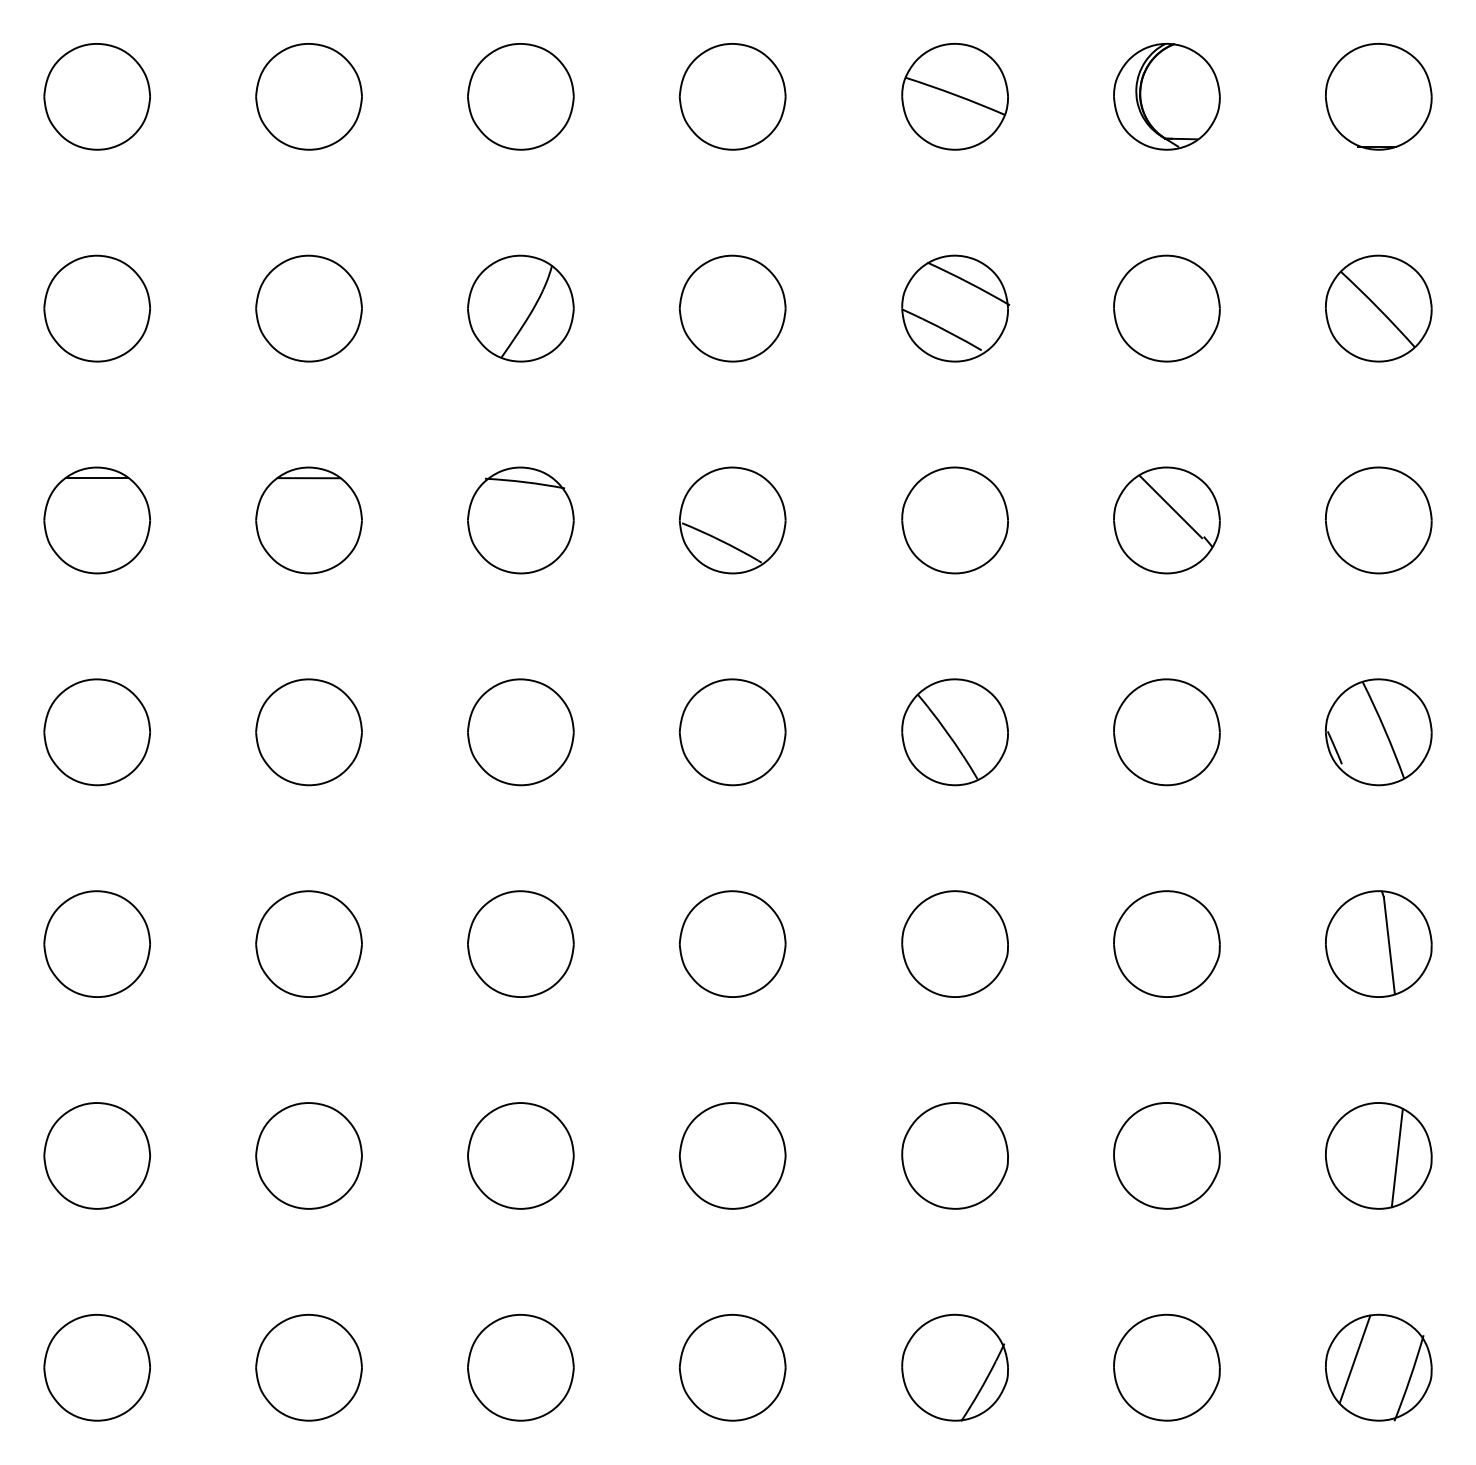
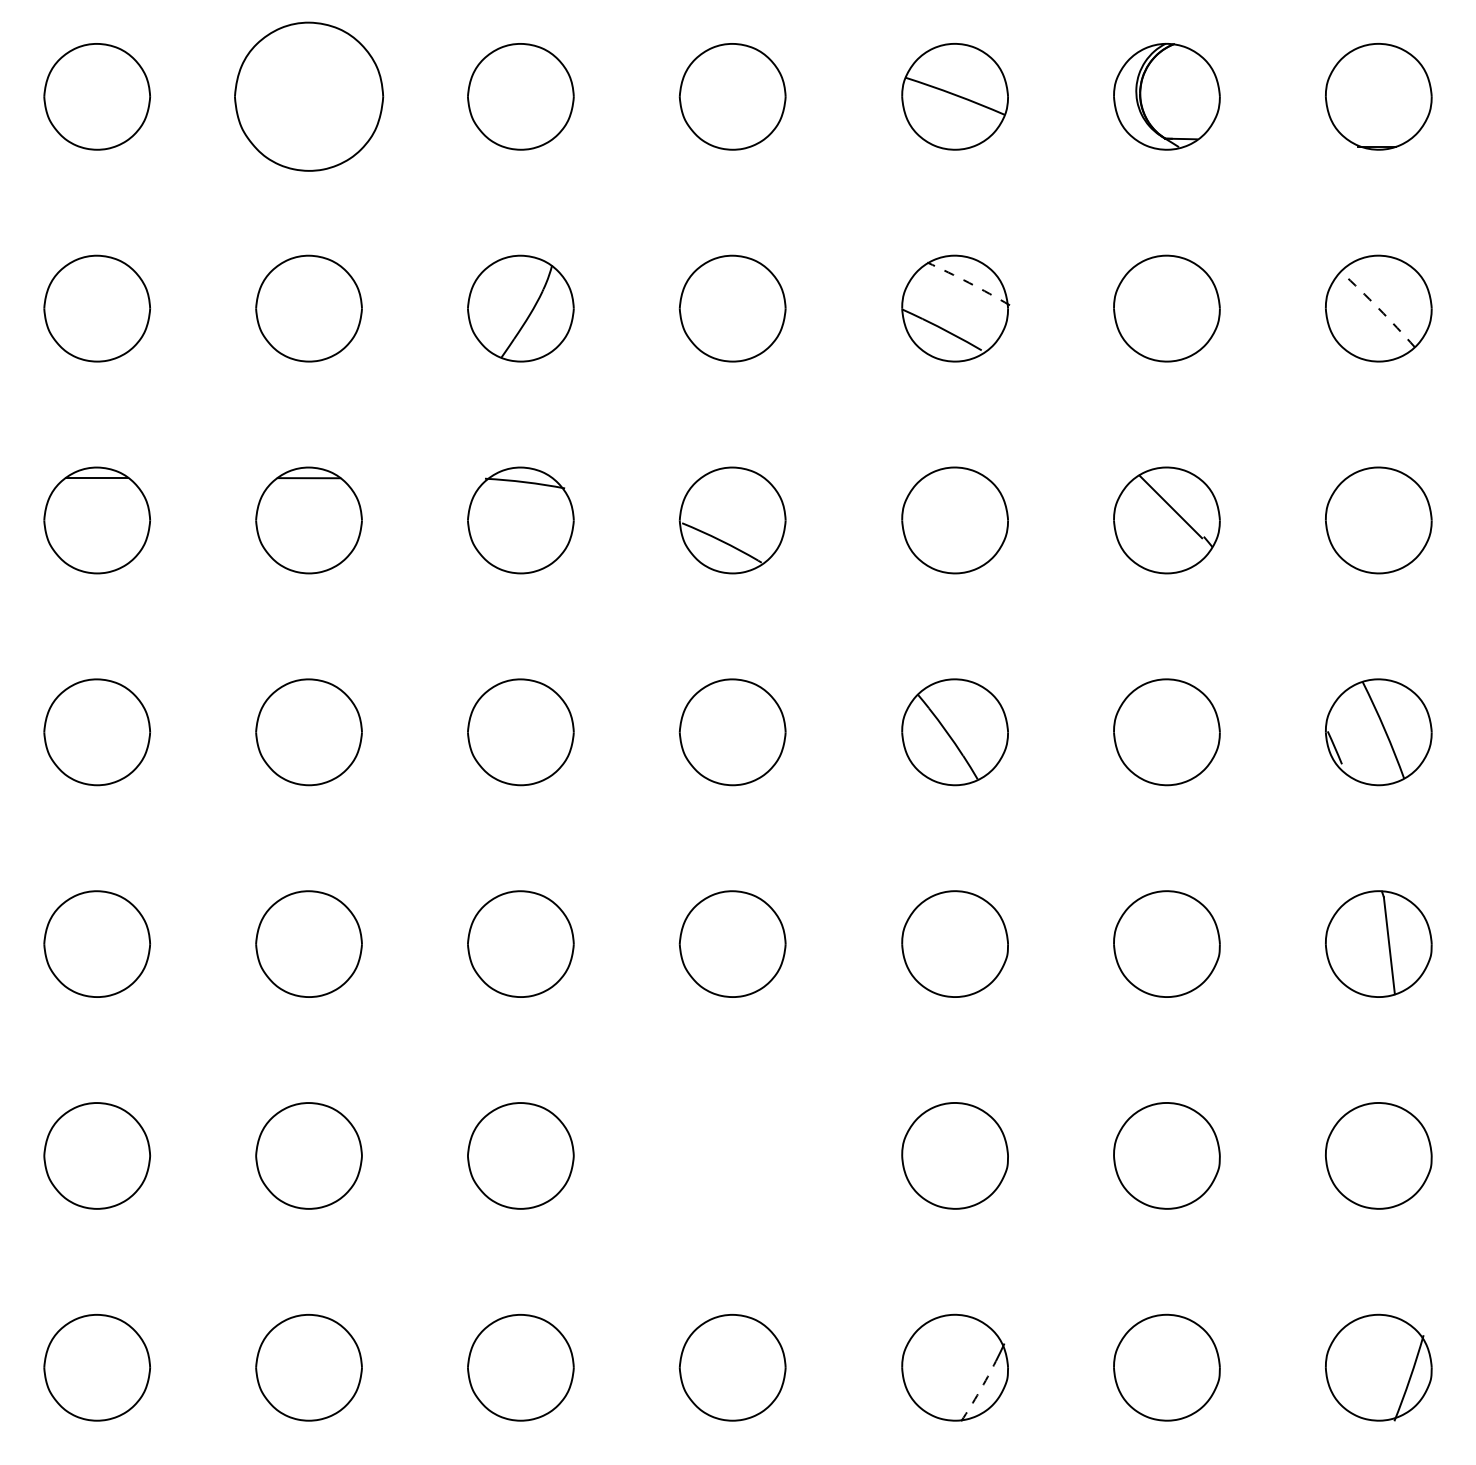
part at (308, 96) size: 108x108 px -> 151x151 px
arc at (969, 282): solid -> dashed
arc at (1378, 308): solid -> dashed
part at (732, 1155): present -> none
line at (1396, 1158): present -> none
line at (1354, 1359): present -> none
arc at (979, 1391): solid -> dashed
